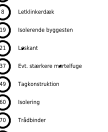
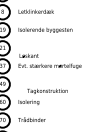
text at (27, 47) position: (27, 47) -> (28, 55)
text at (38, 83) position: (38, 83) -> (47, 90)
